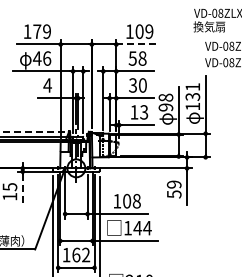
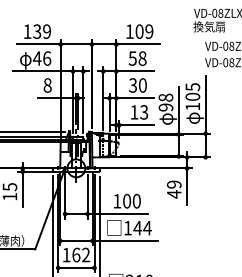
text at (37, 31): 179 -> 139
line at (138, 44): dashed -> solid
text at (47, 85): 4 -> 8
text at (192, 91): 131 -> 105
line at (32, 131): dashed -> solid
line at (22, 191): dashed -> solid
text at (174, 194): 59 -> 49
text at (136, 201): 108 -> 100
